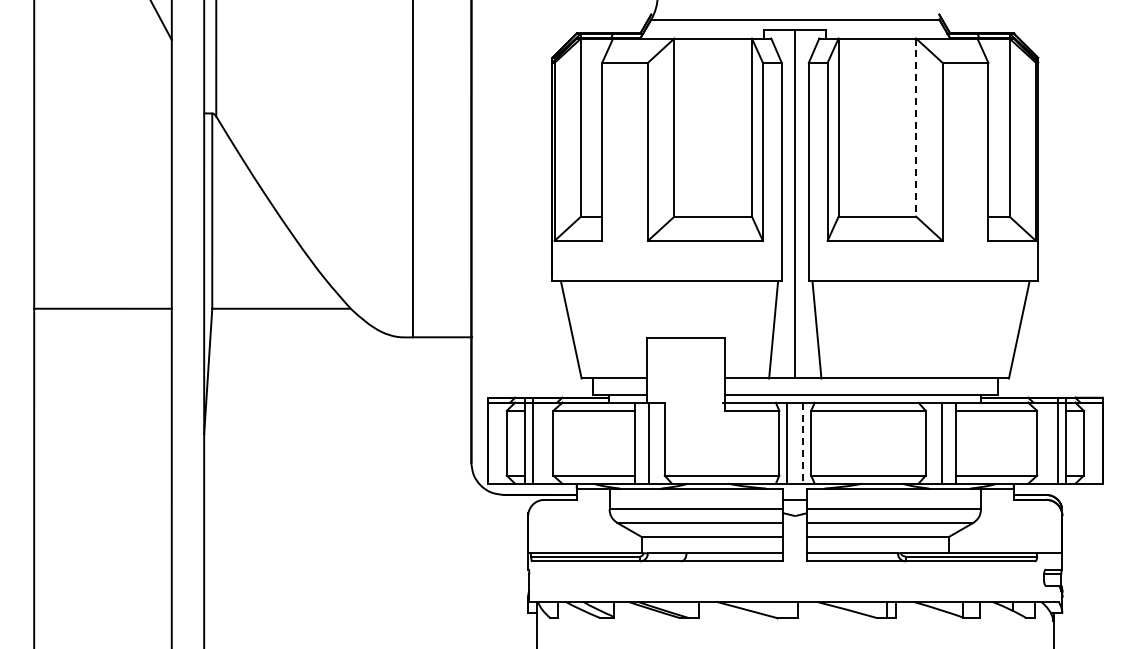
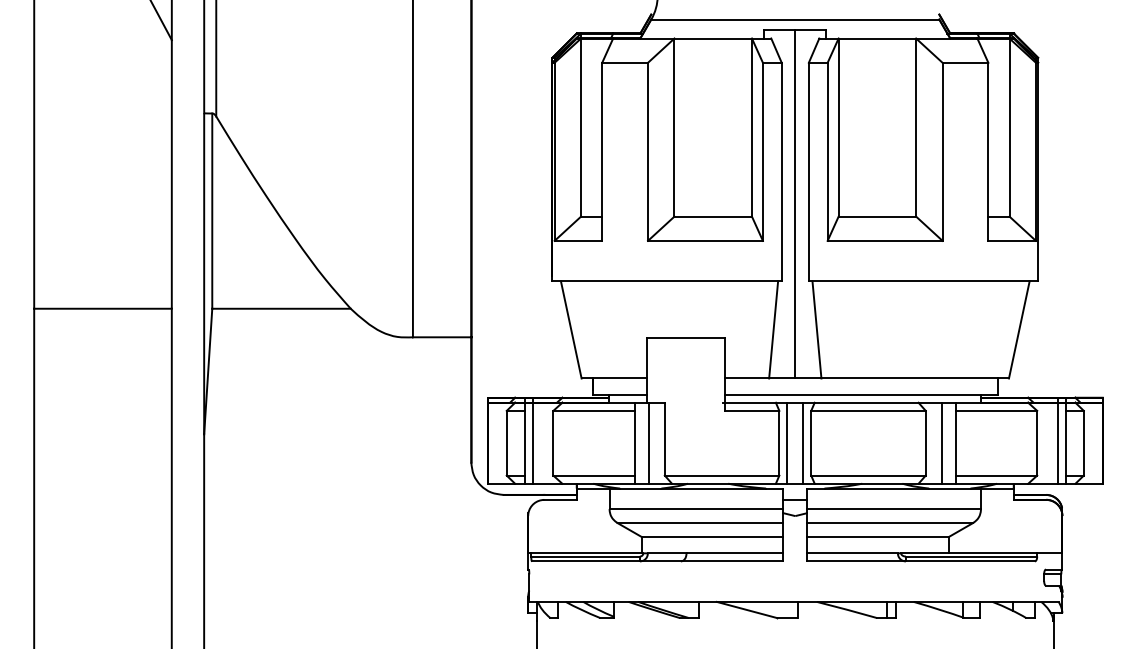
line at (916, 128): dashed -> solid
line at (803, 443): dashed -> solid
